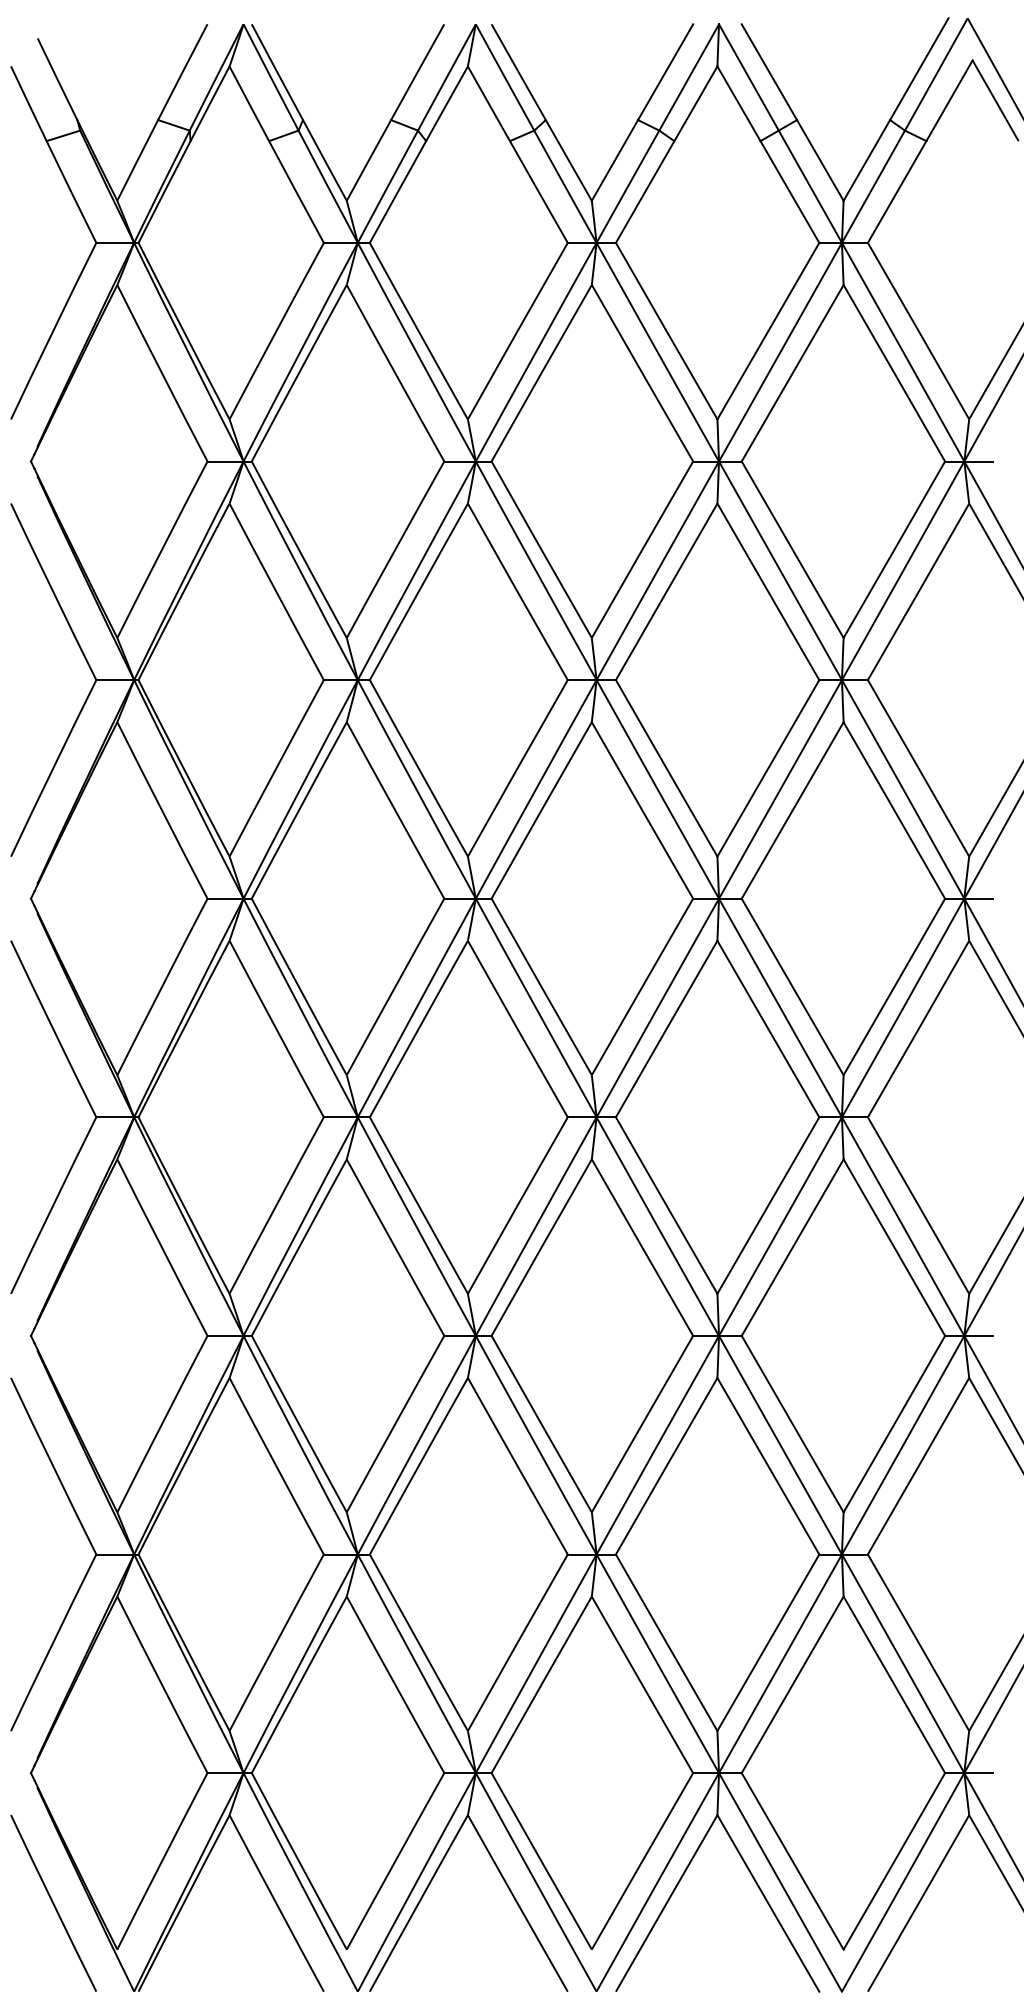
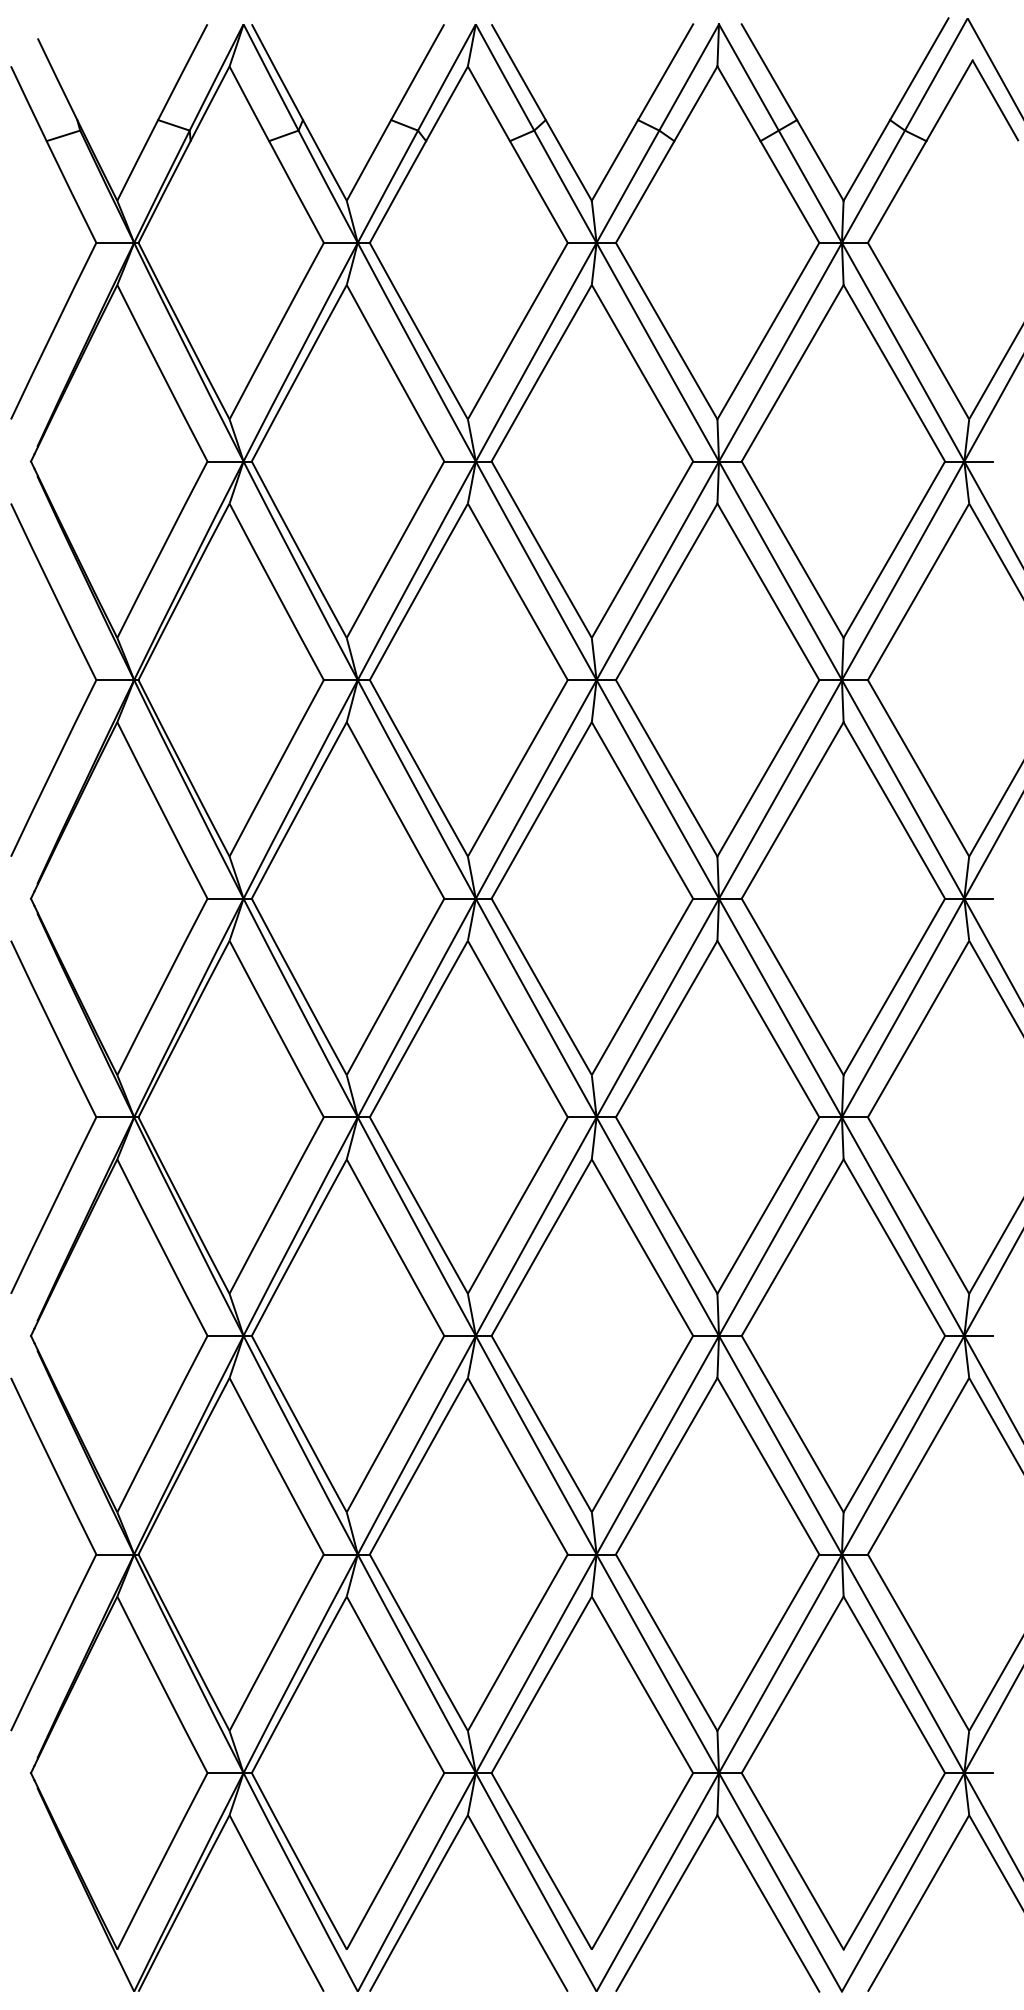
line at (53, 1902): present -> none
